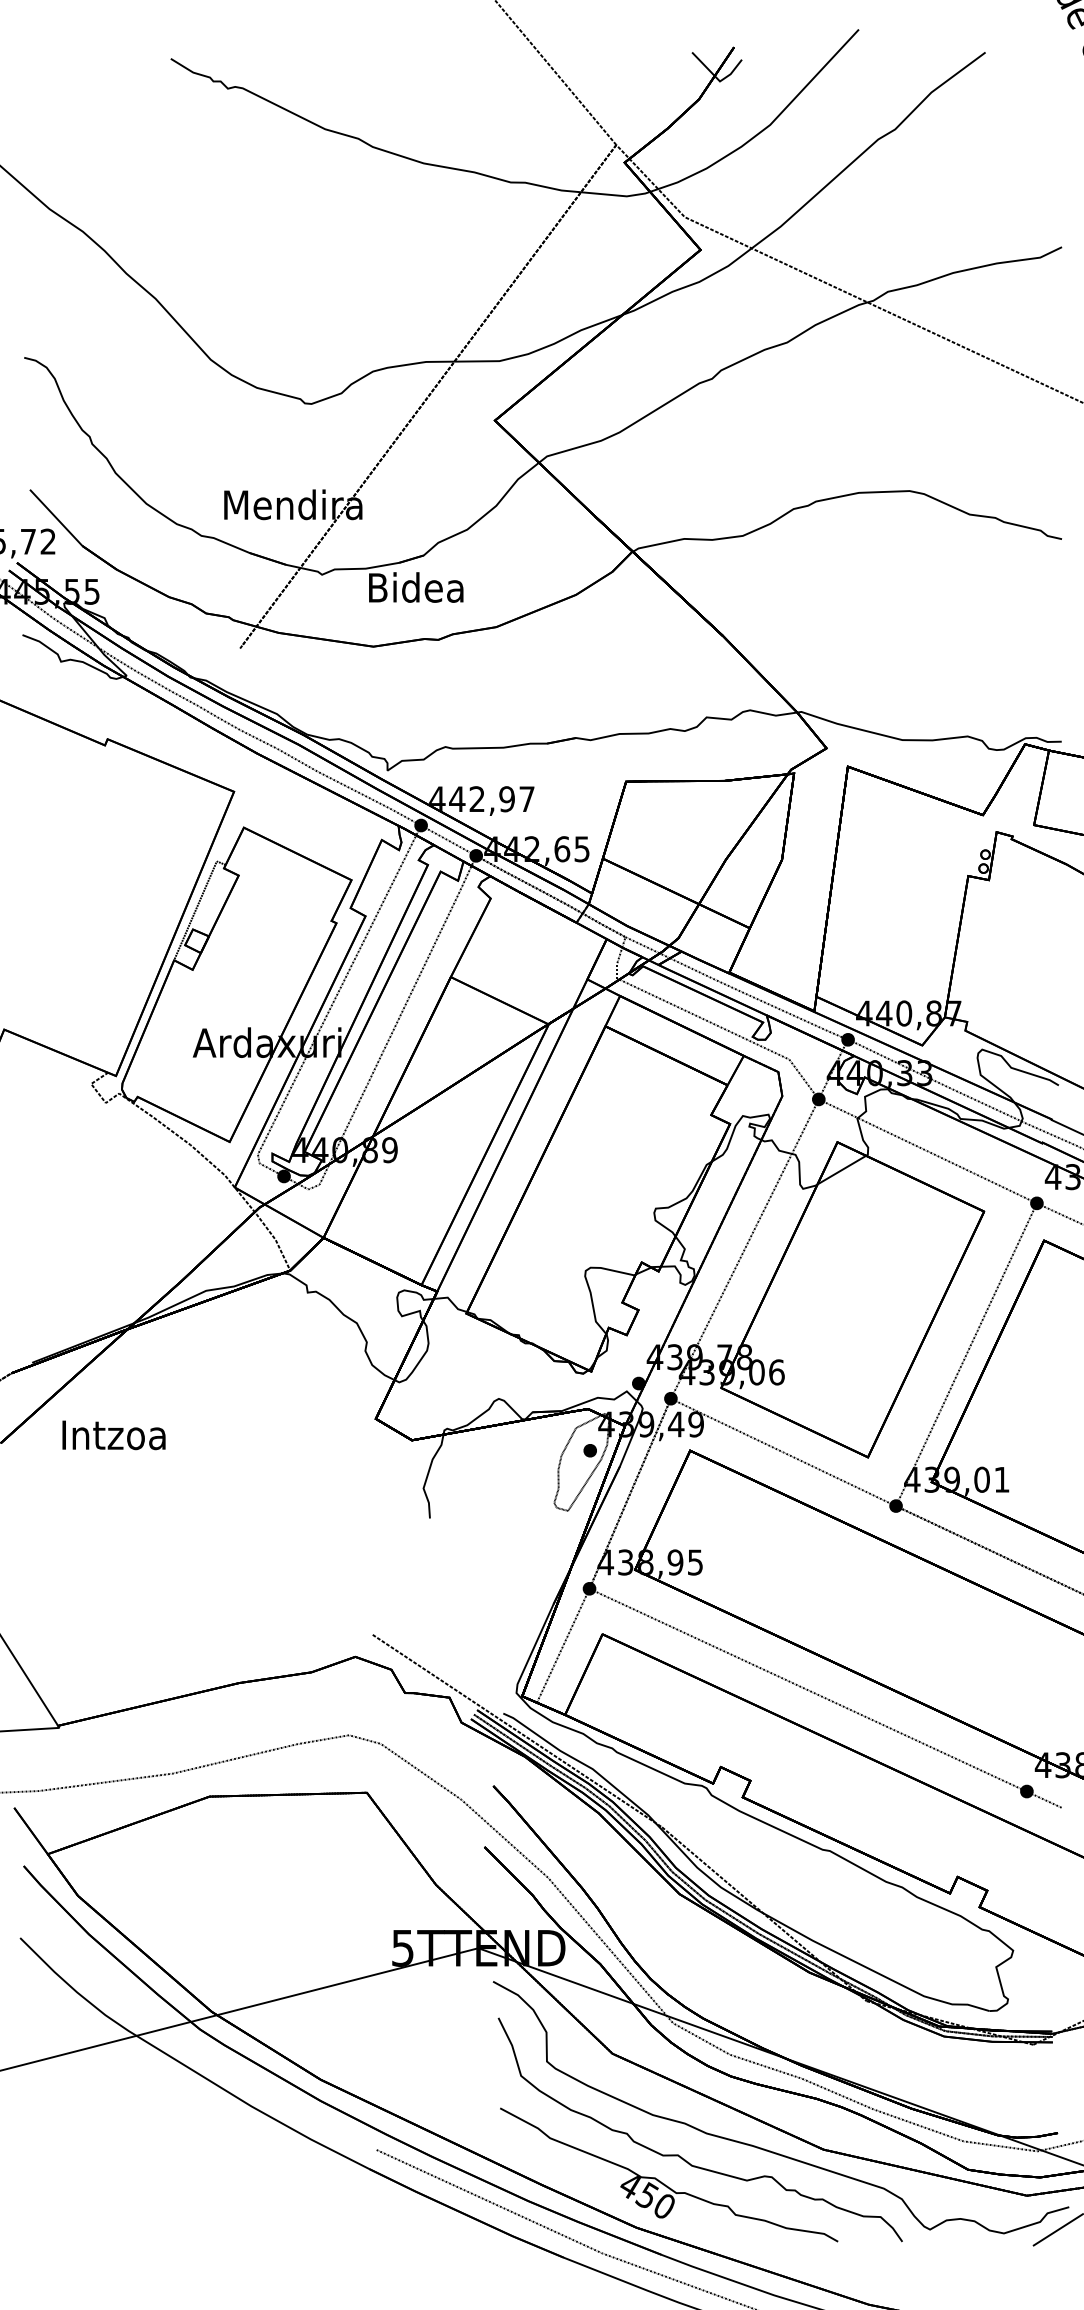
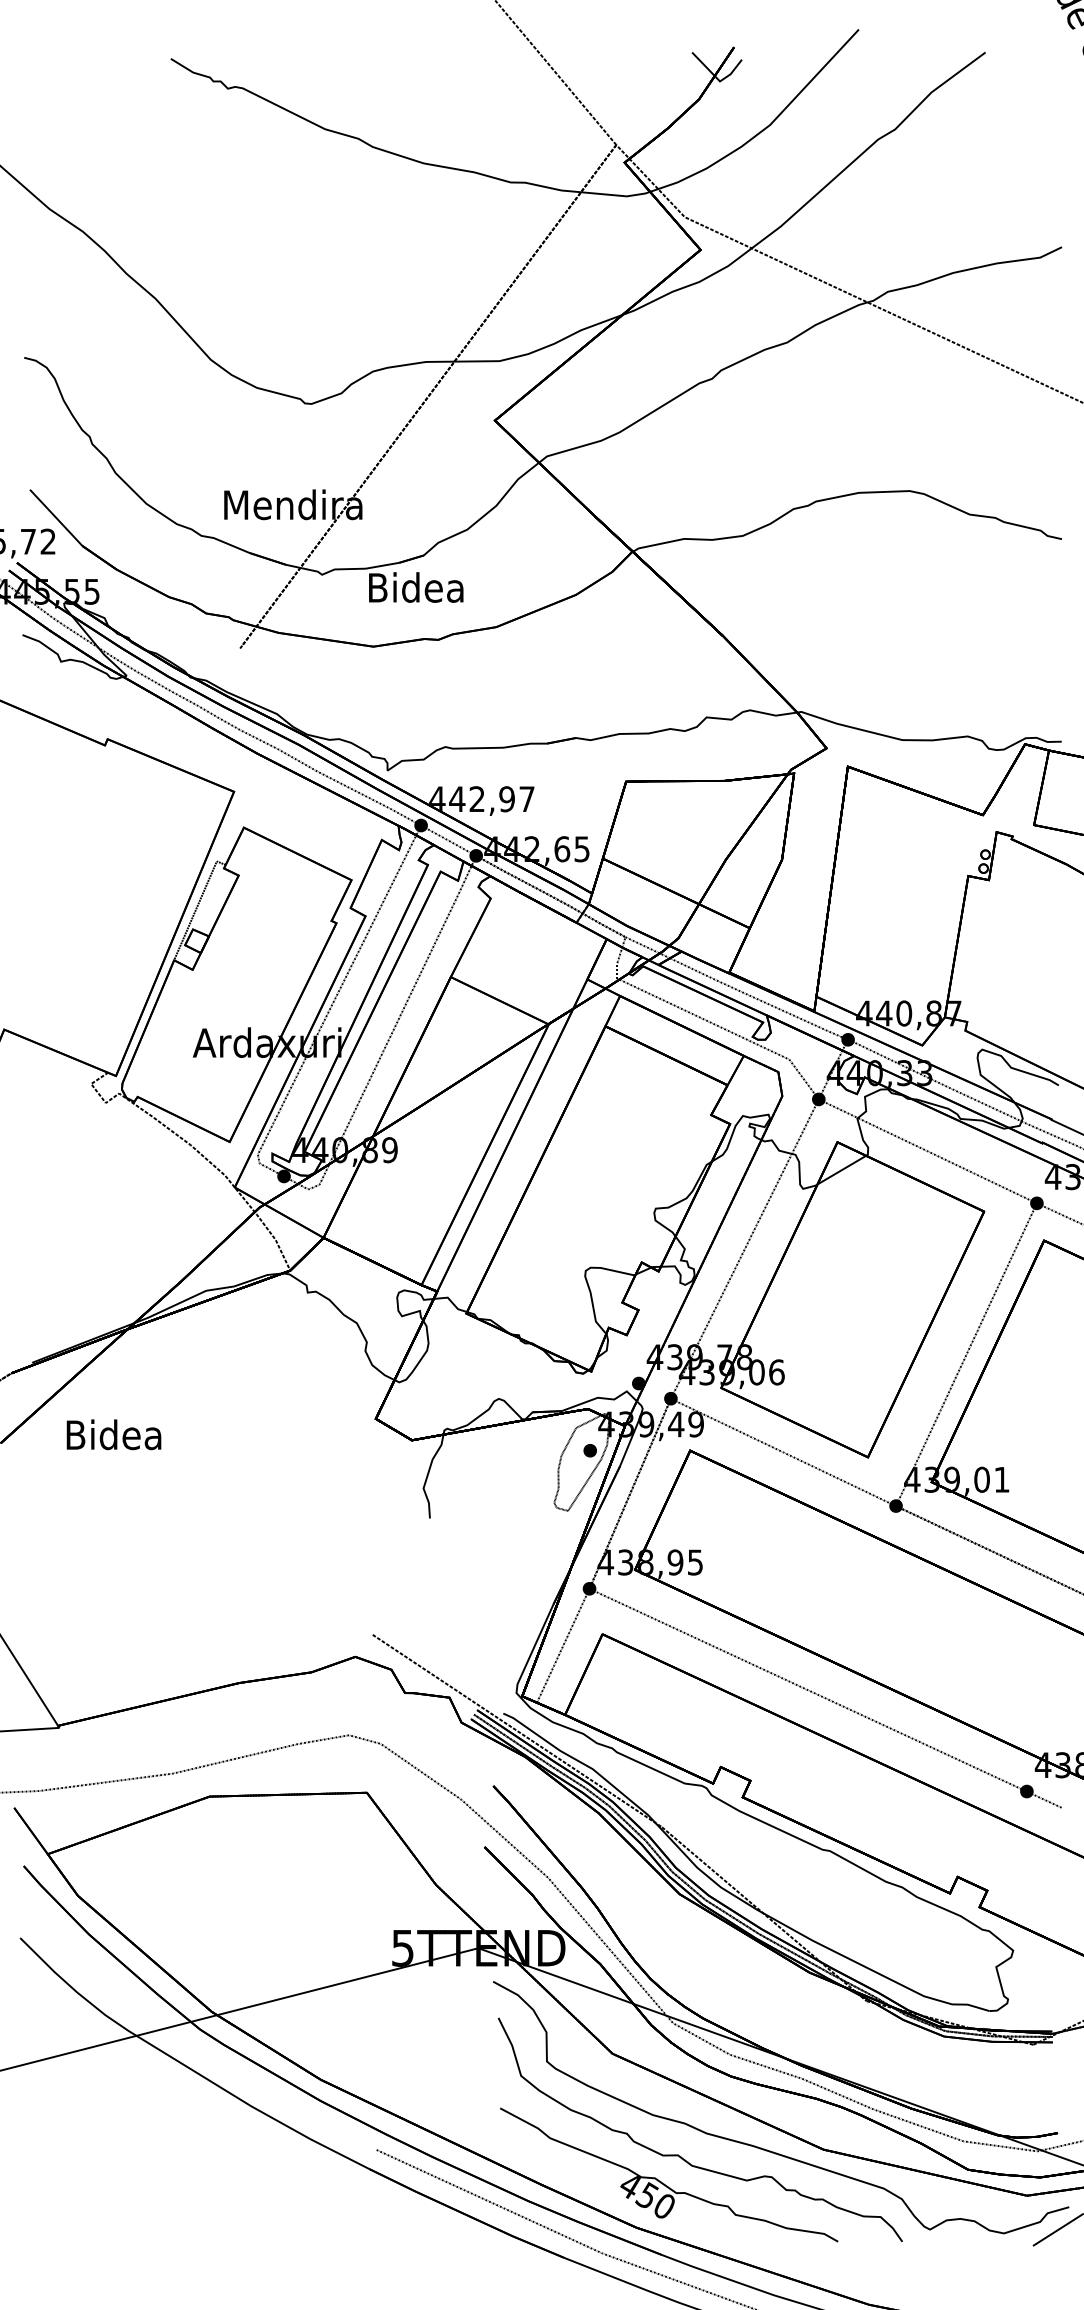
text at (113, 1434): Intzoa -> Bidea
